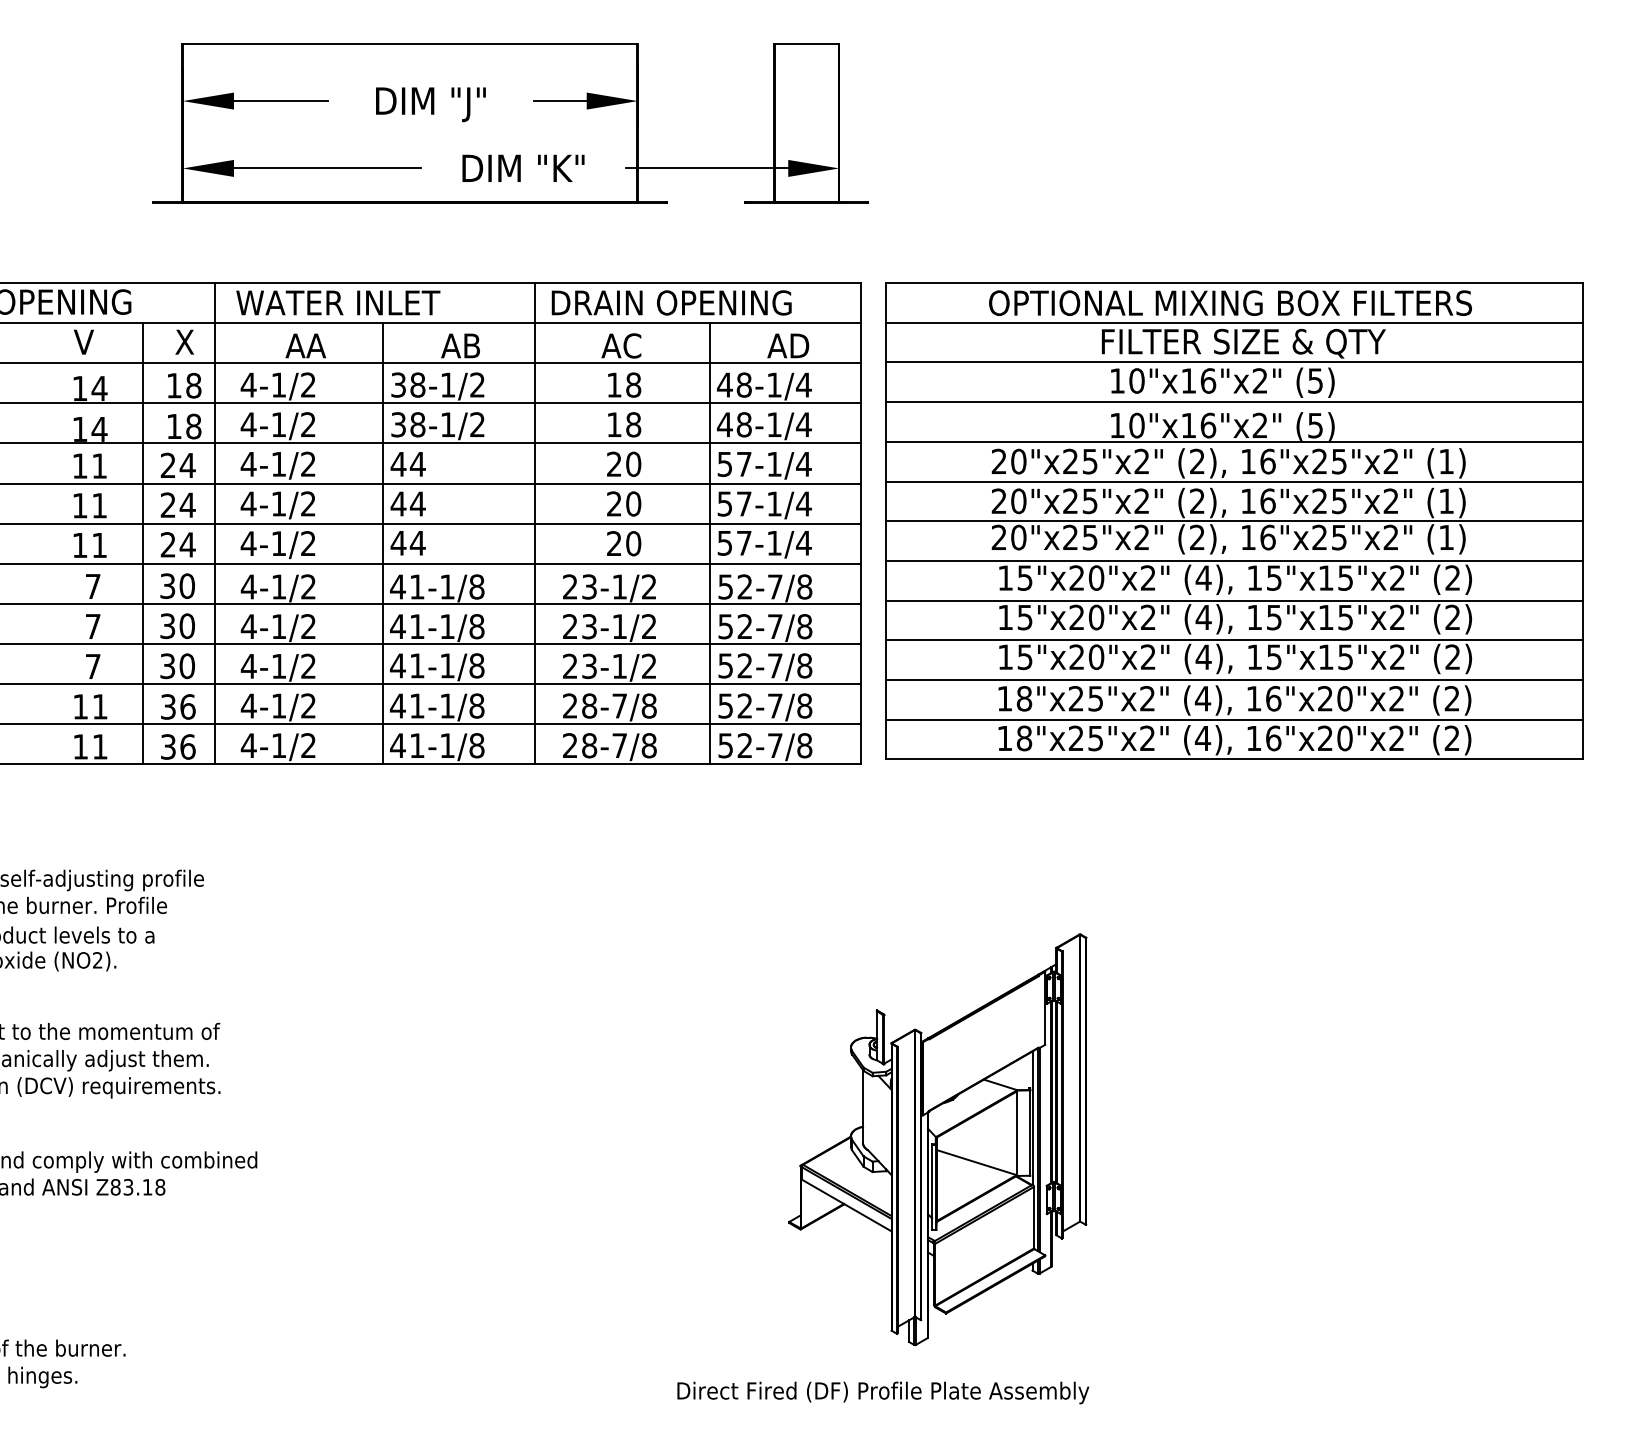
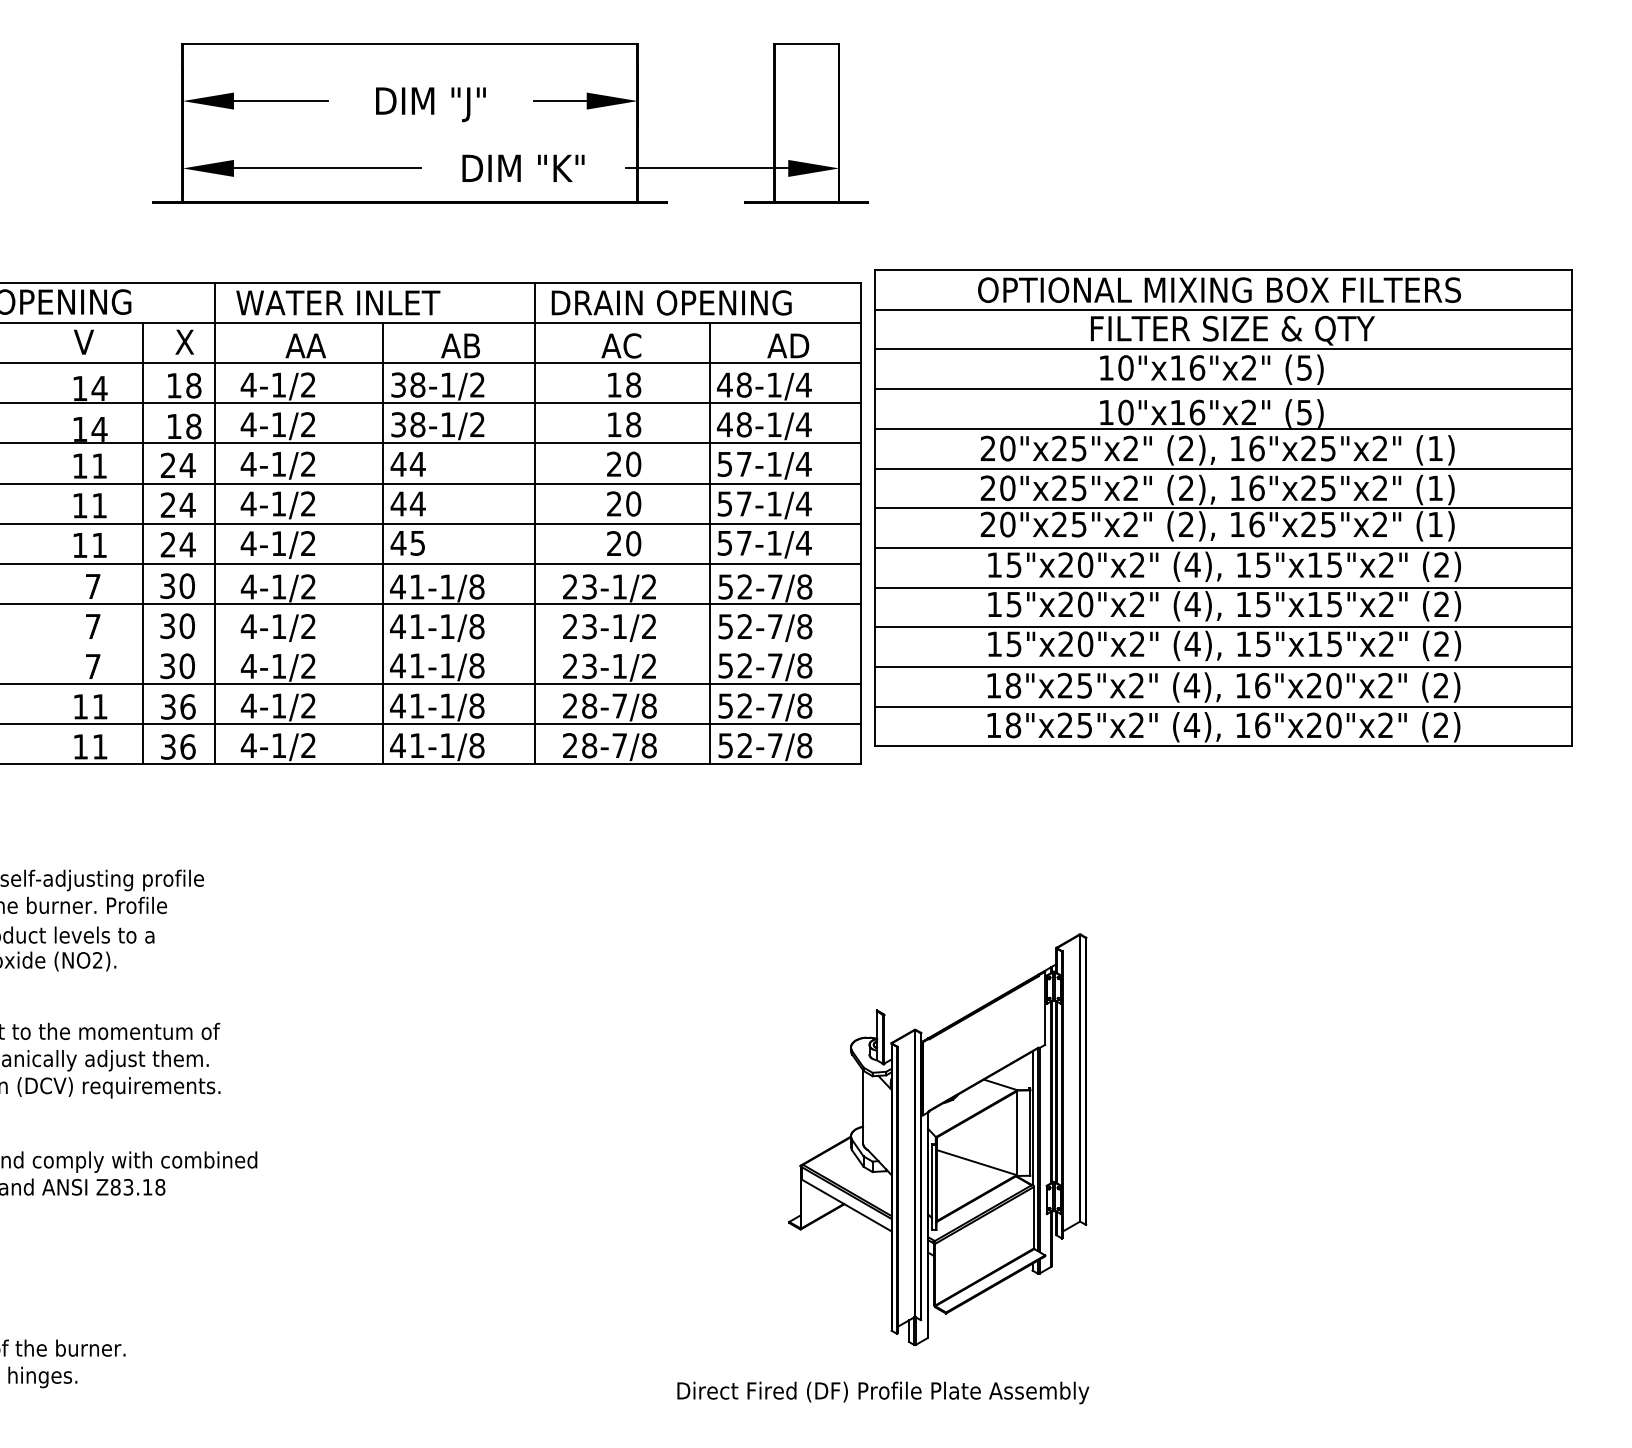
part at (1234, 520) position: (1234, 520) -> (1223, 507)
text at (417, 543): 44 -> 45
line at (431, 644): present -> none
